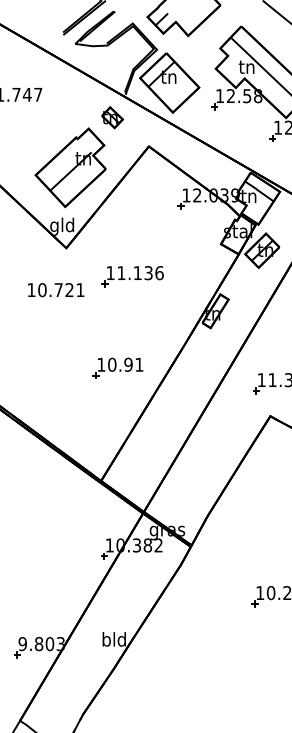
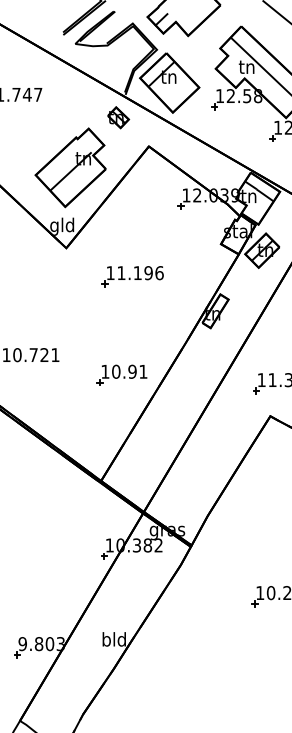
part at (112, 117) position: (112, 117) -> (118, 117)
text at (148, 272): 11.136 -> 11.196
text at (56, 290) position: (56, 290) -> (31, 355)
part at (117, 367) position: (117, 367) -> (121, 374)
